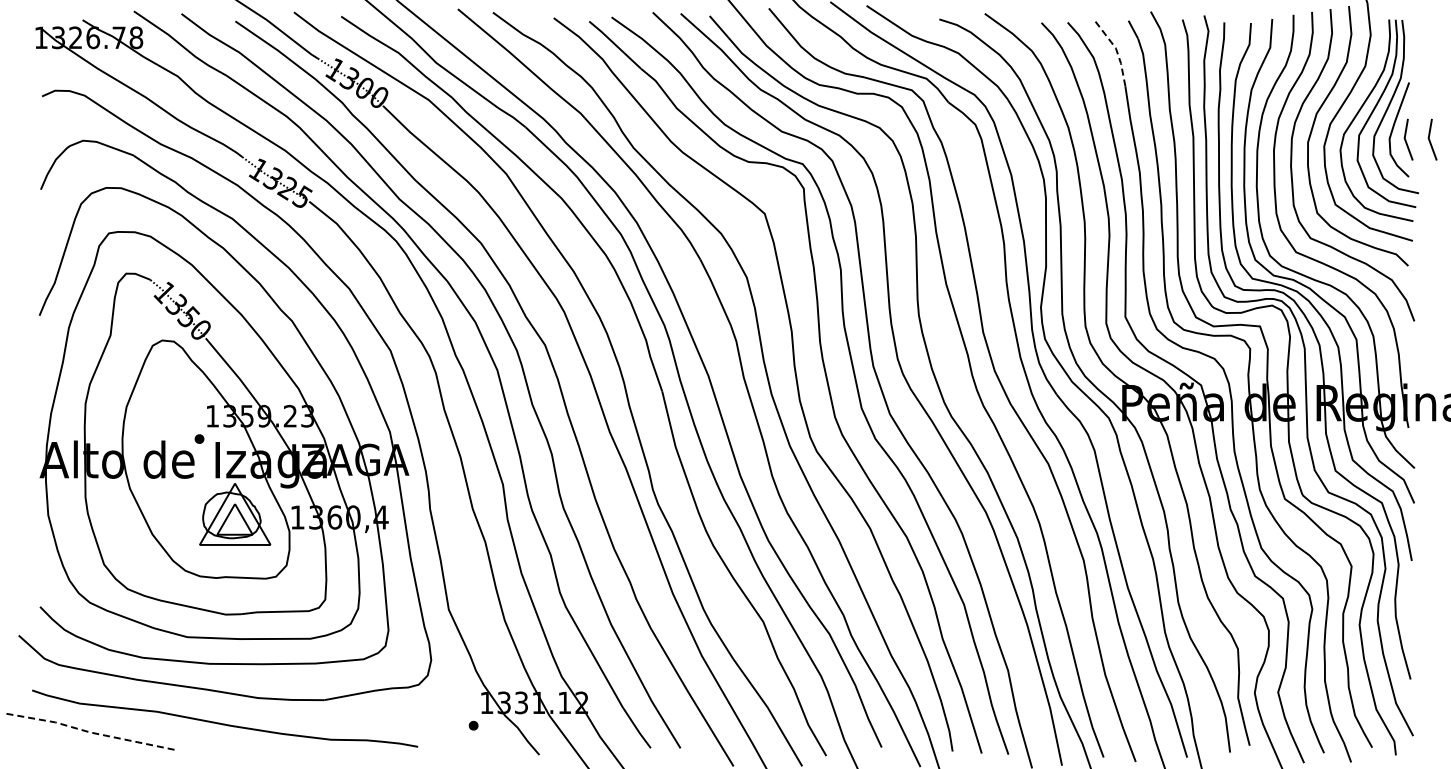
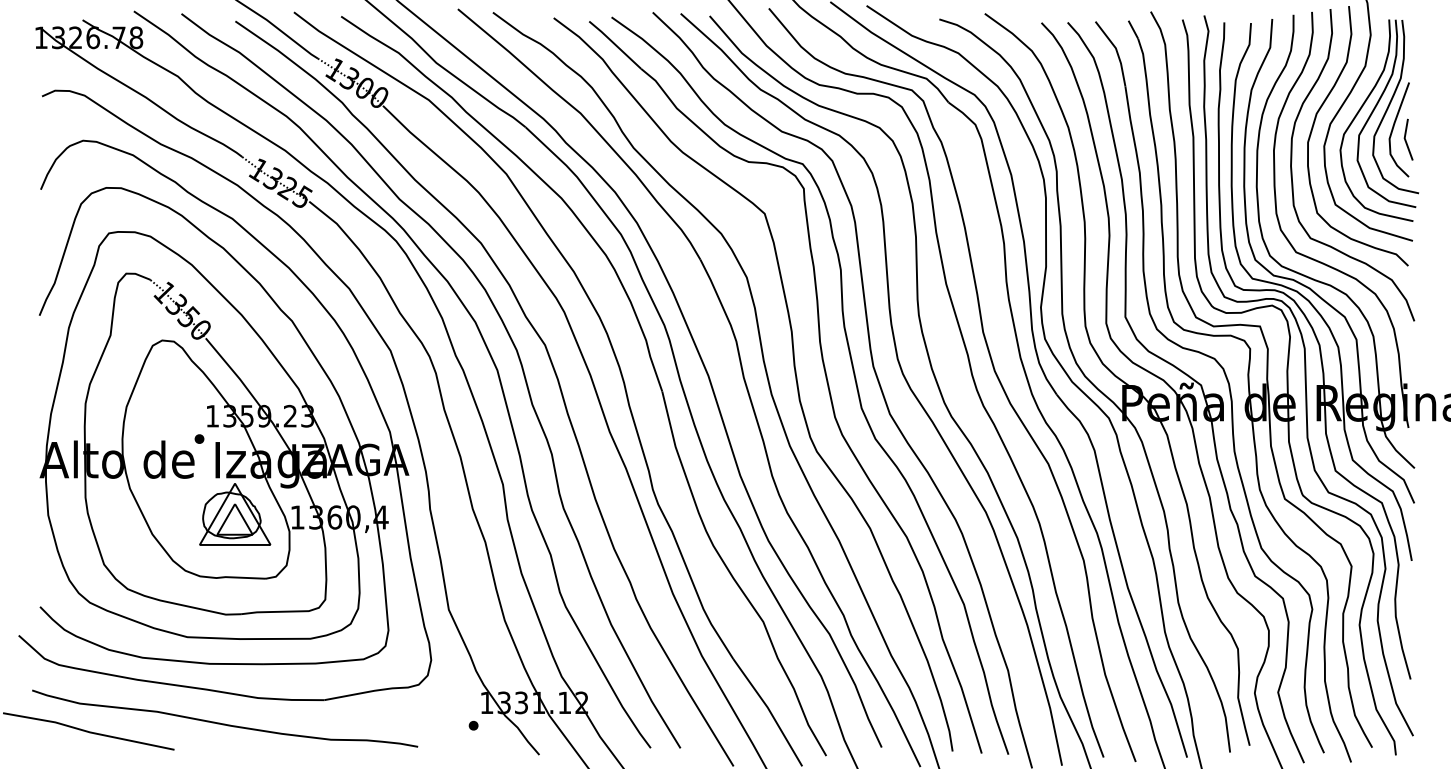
line at (1116, 50): dashed -> solid
line at (1430, 139): present -> none
line at (88, 731): dashed -> solid
